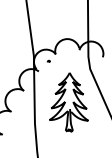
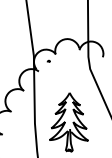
part at (68, 102) position: (68, 102) -> (68, 122)
